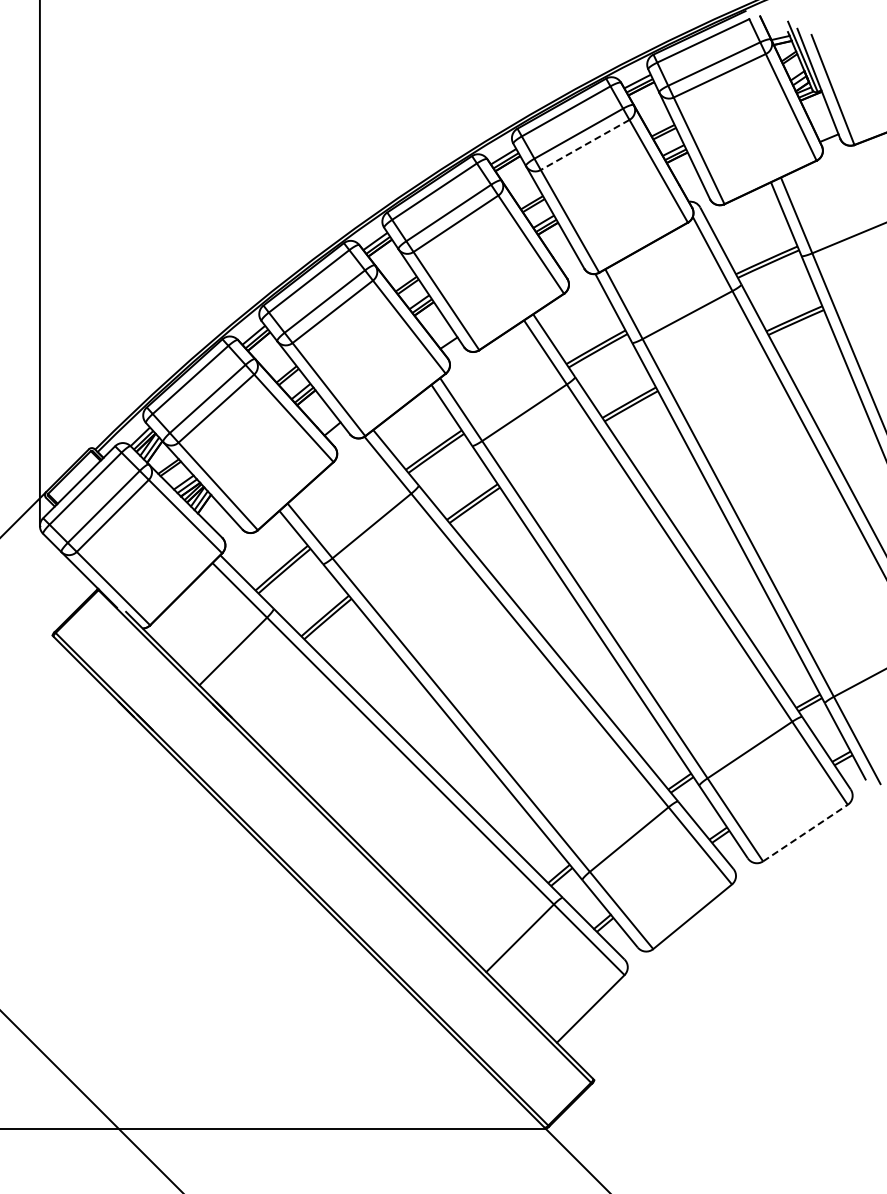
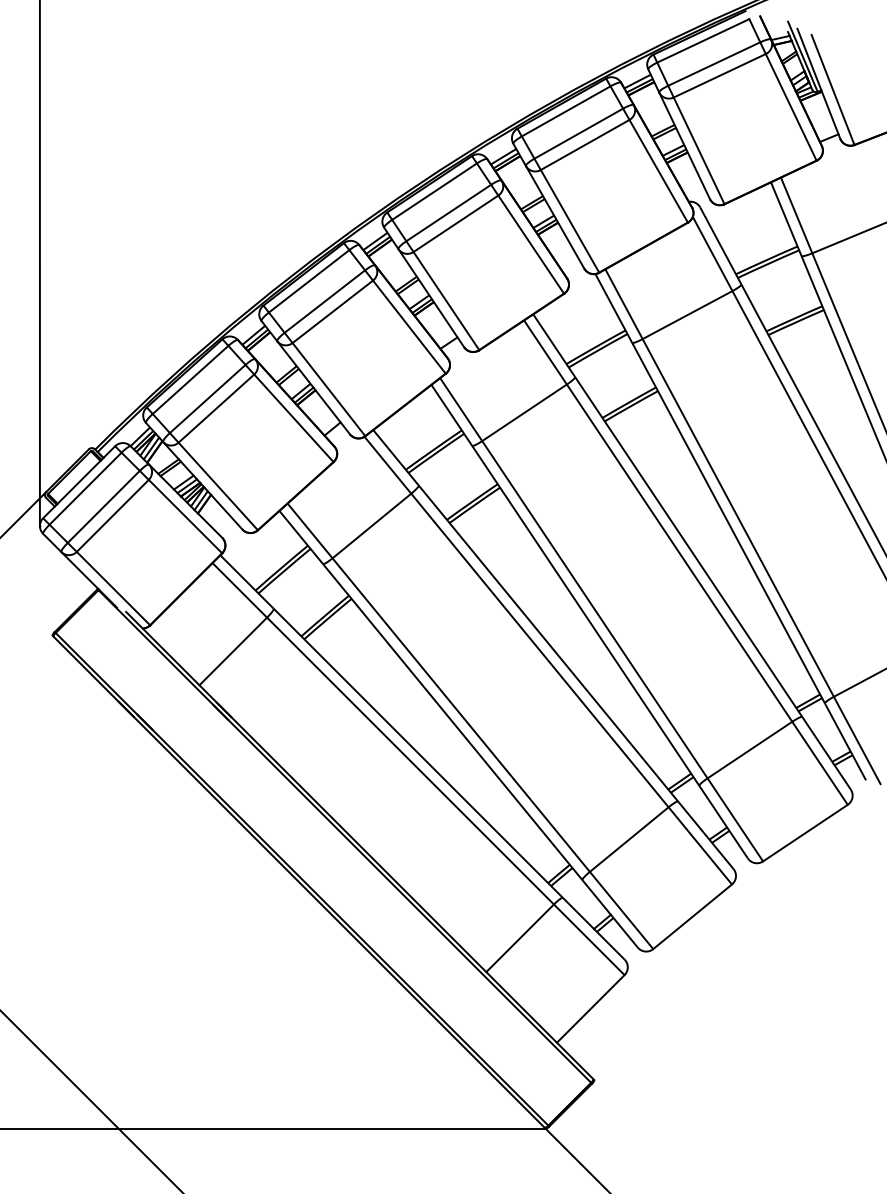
line at (585, 144): dashed -> solid
line at (805, 833): dashed -> solid
